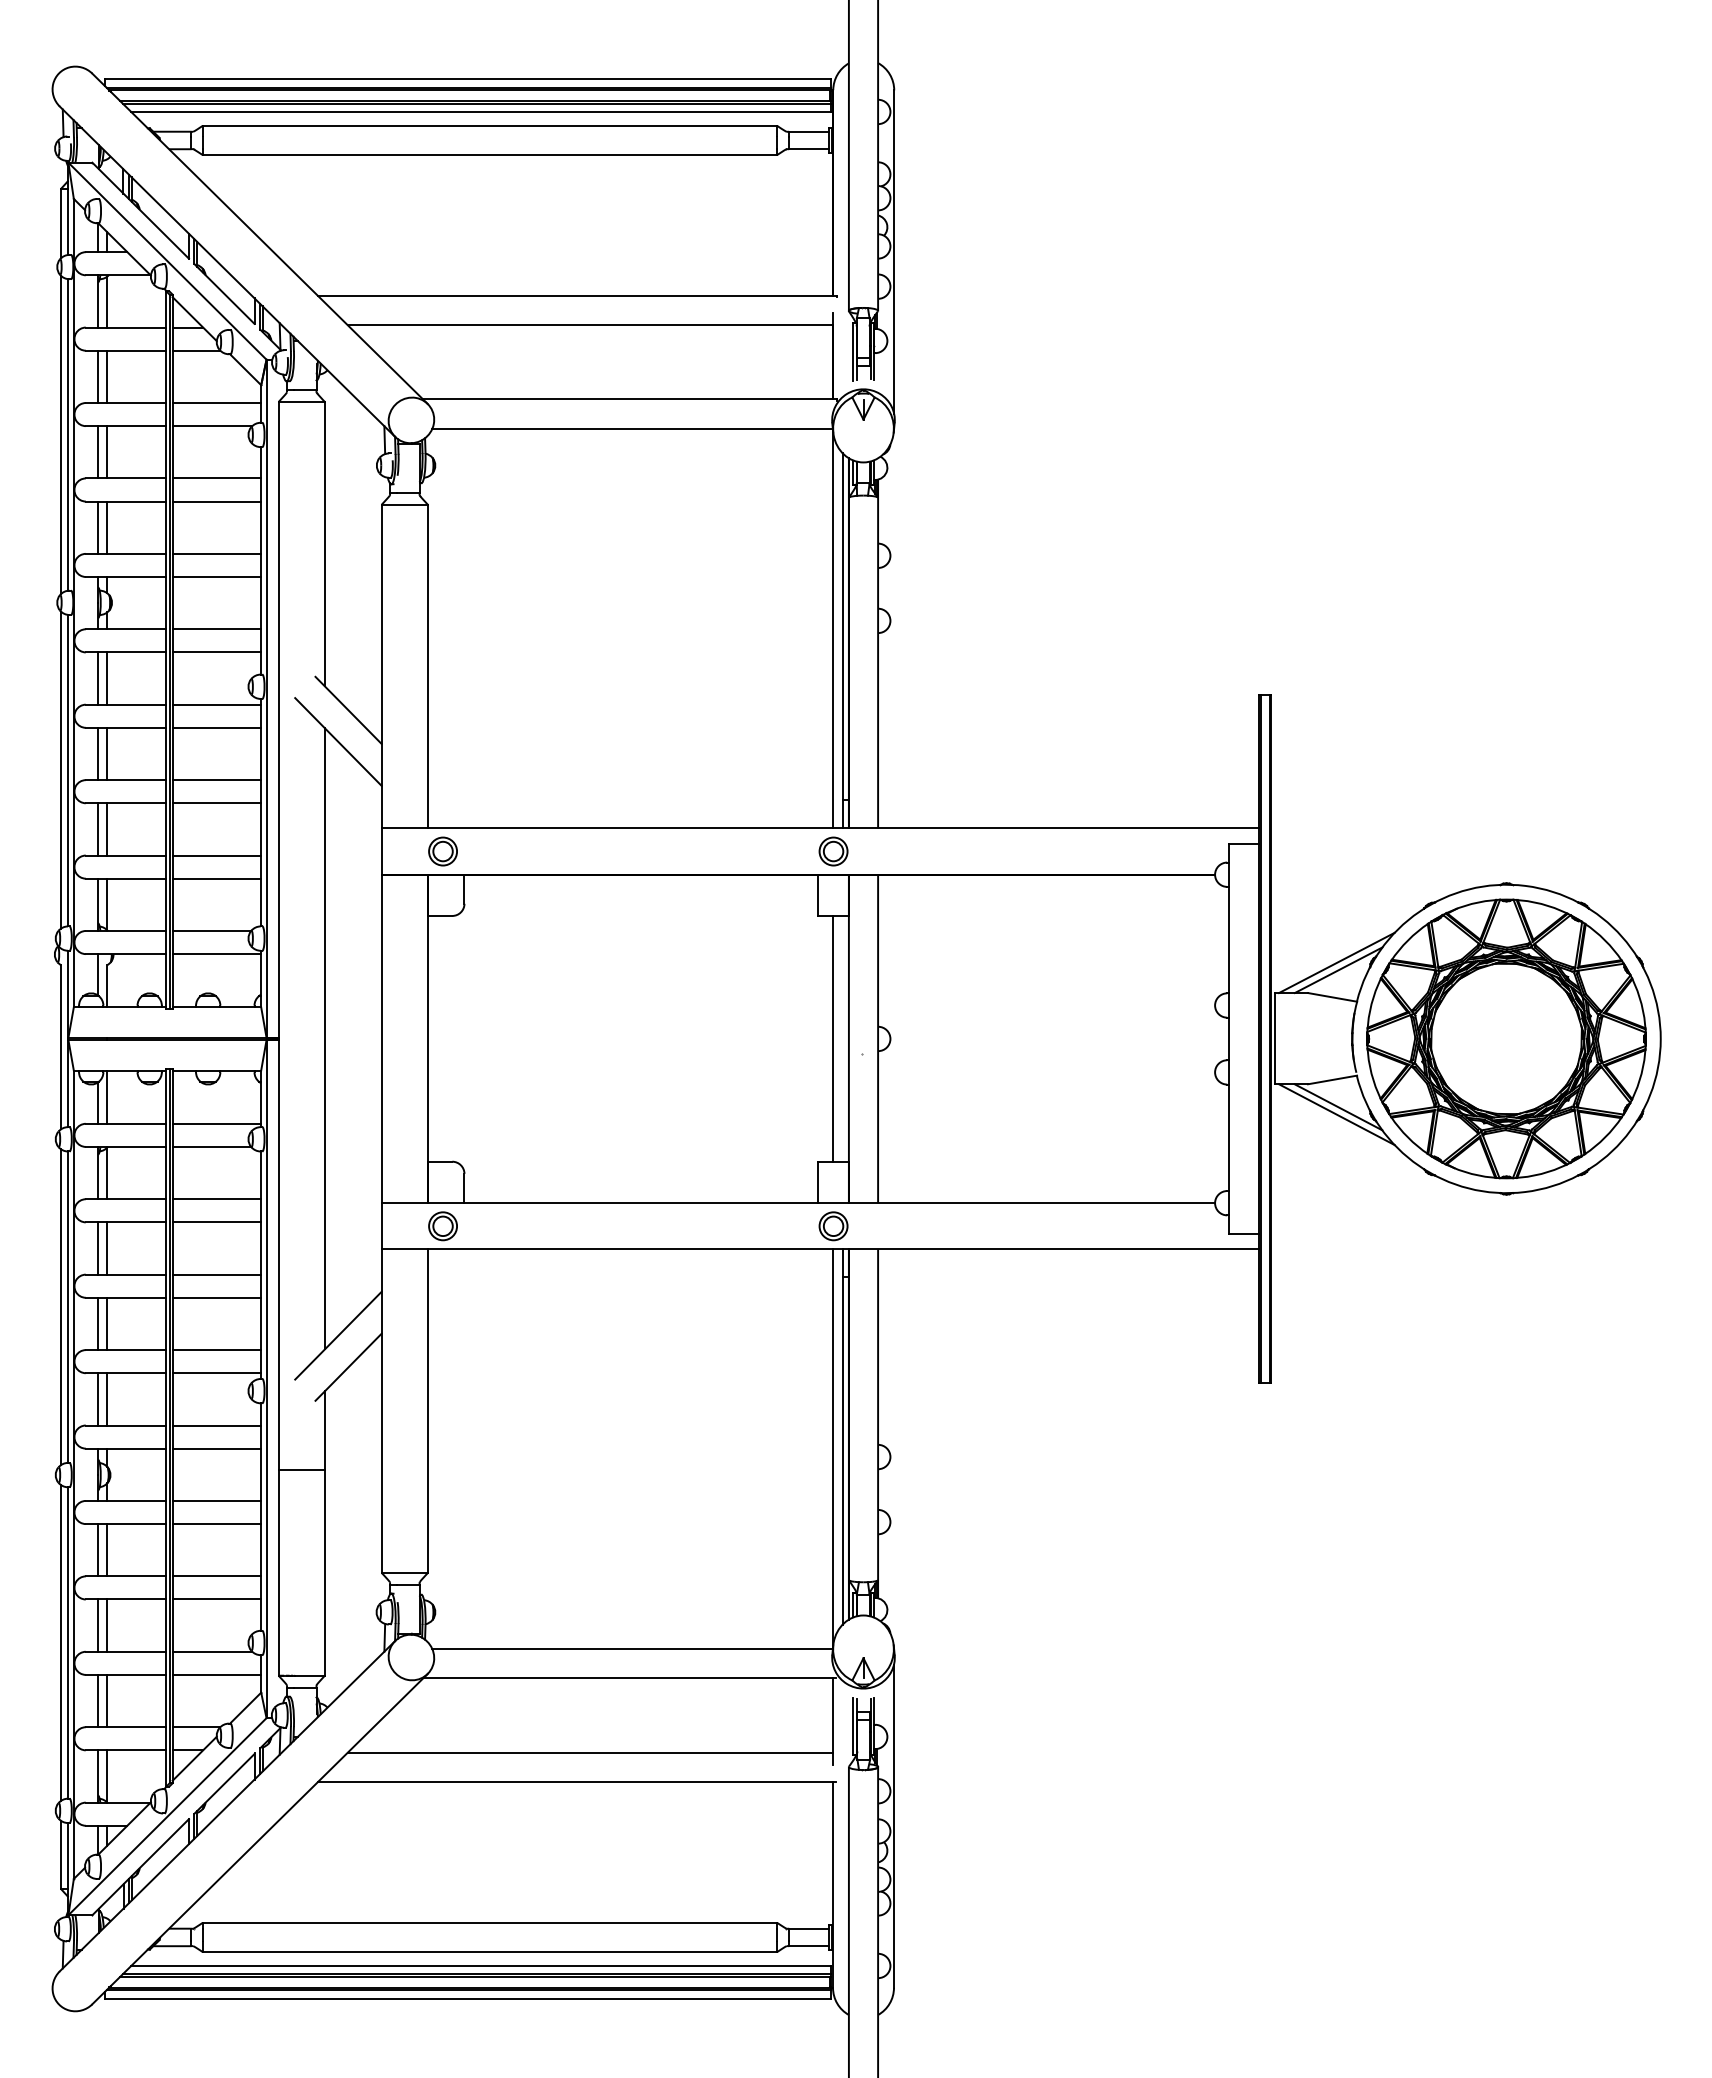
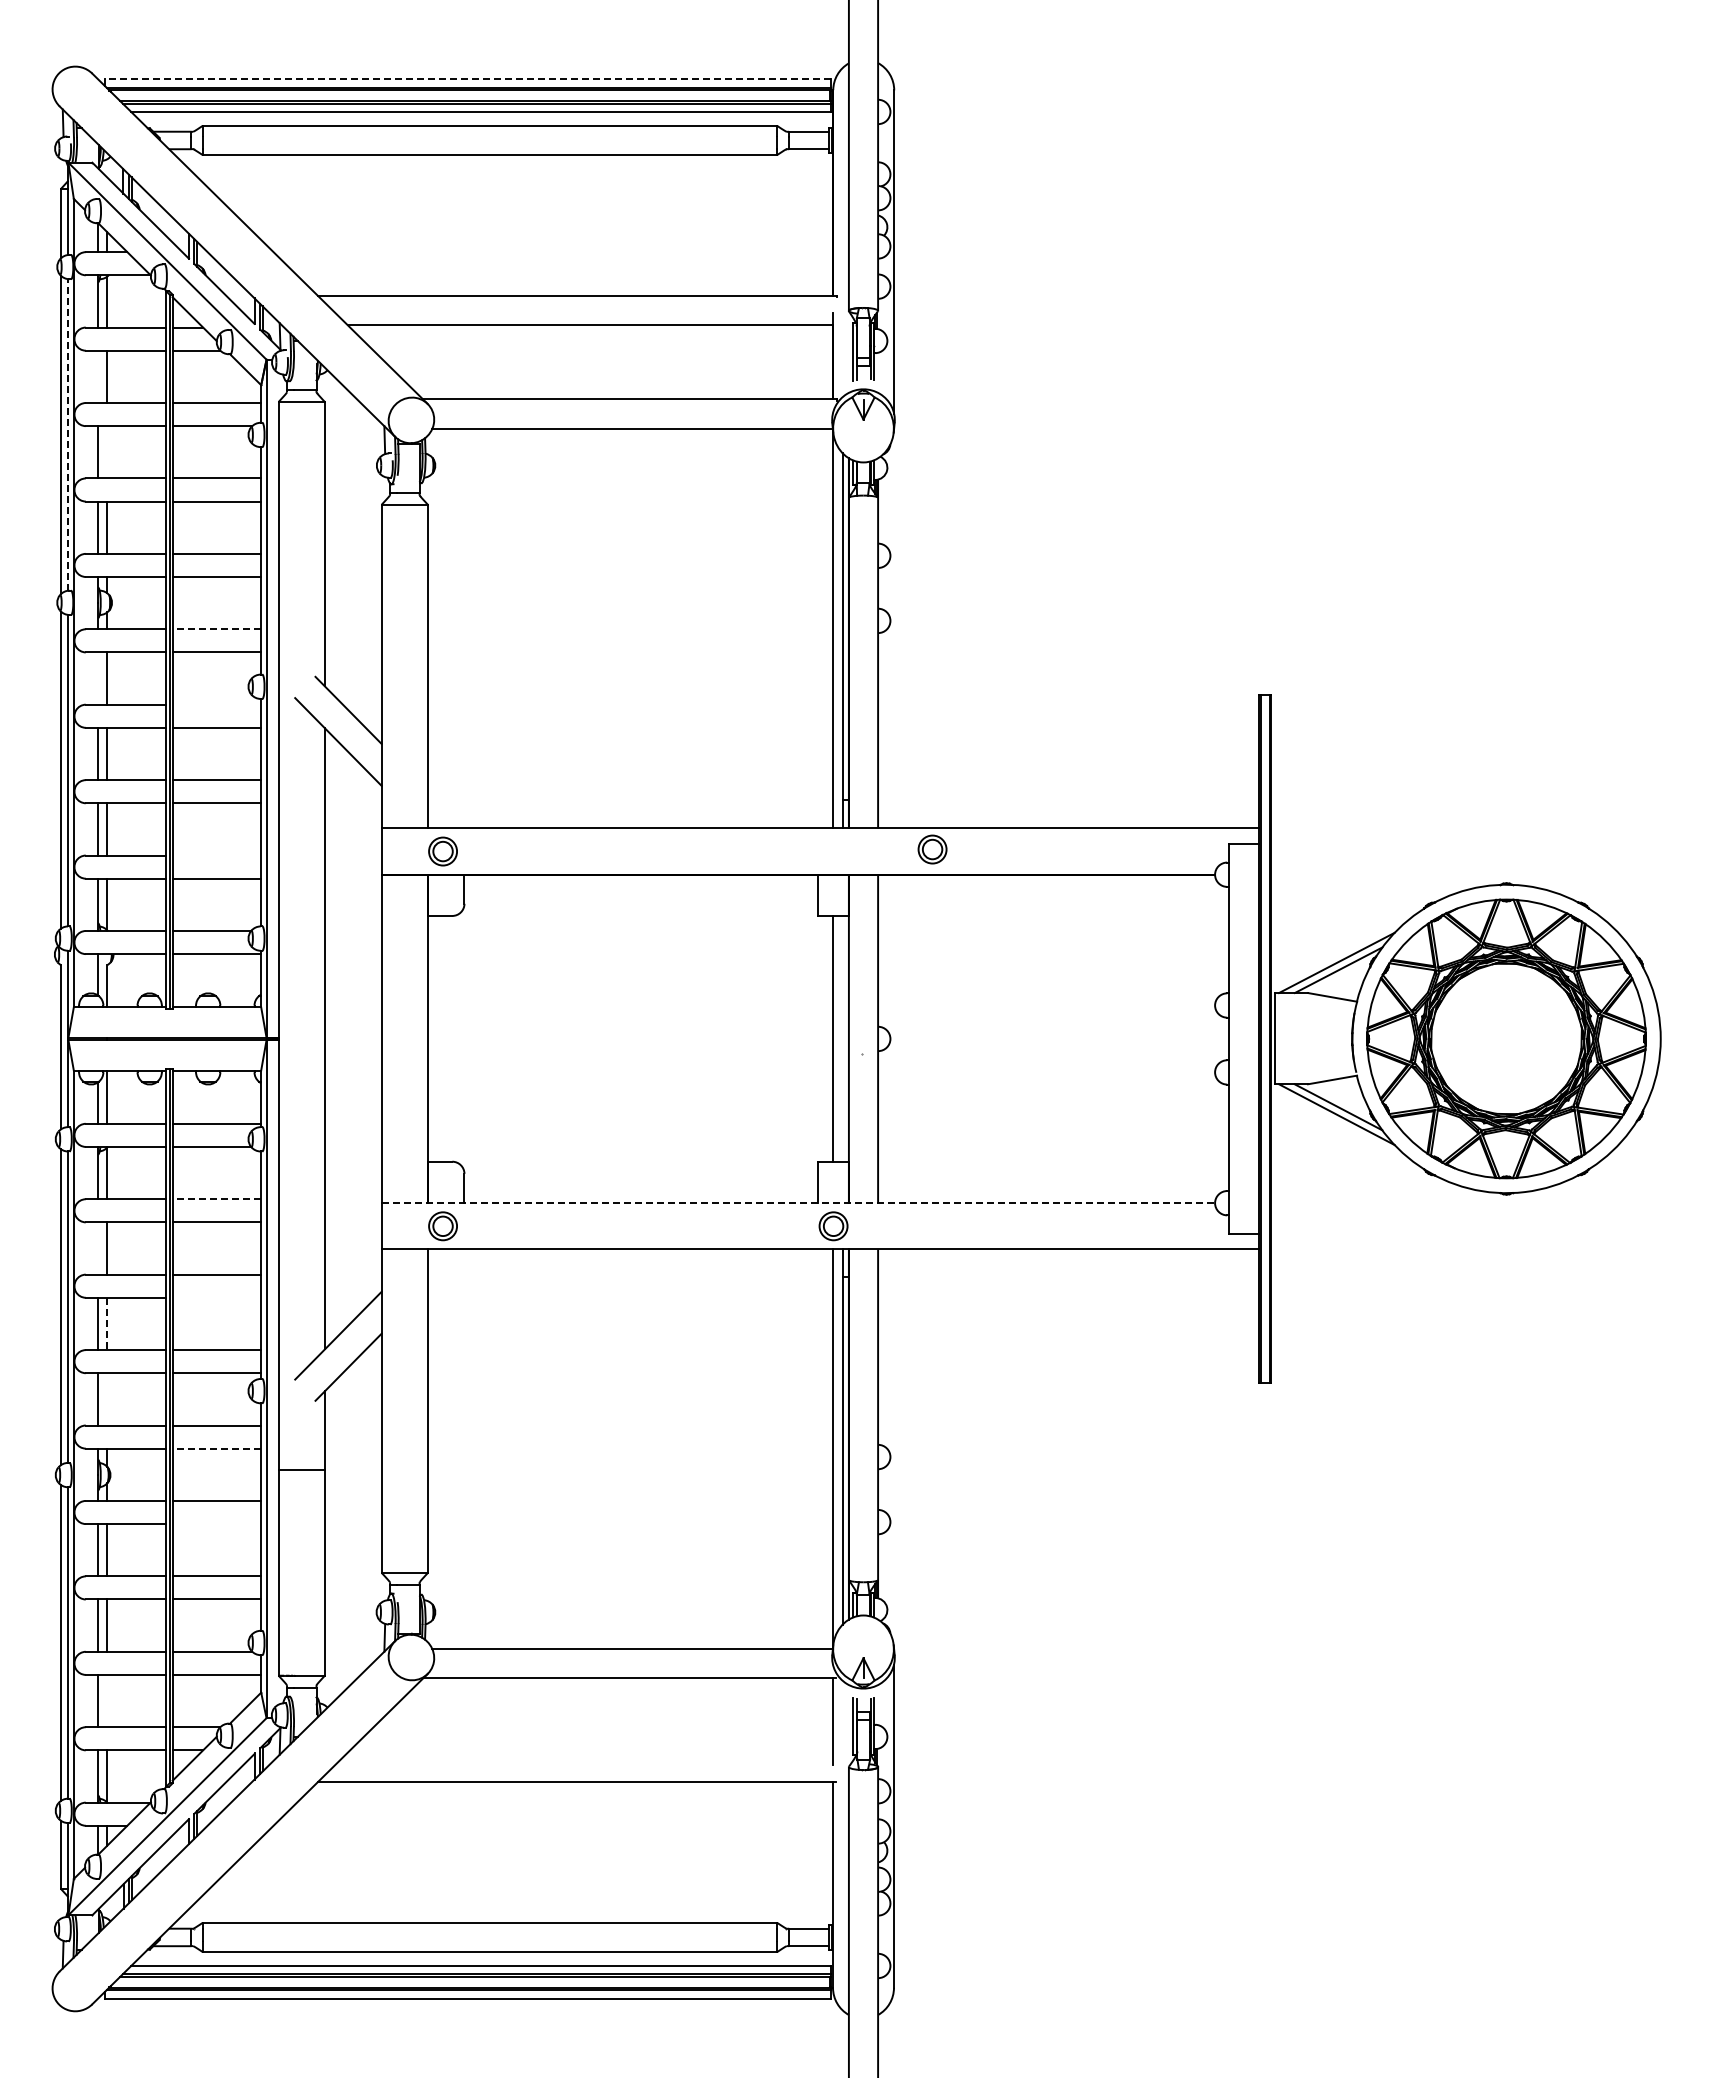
line at (467, 79): solid -> dashed
line at (97, 376): present -> none
line at (68, 434): solid -> dashed
line at (107, 452): present -> none
line at (216, 629): solid -> dashed
line at (97, 678): present -> none
line at (216, 704): present -> none
part at (833, 851) position: (833, 851) -> (932, 849)
line at (216, 855): present -> none
line at (216, 1199): solid -> dashed
line at (798, 1203): solid -> dashed
line at (97, 1248): present -> none
line at (216, 1297): present -> none
line at (107, 1324): solid -> dashed
line at (107, 1399): present -> none
line at (216, 1448): solid -> dashed
line at (216, 1524): present -> none
line at (107, 1700): present -> none
line at (589, 1752): present -> none
